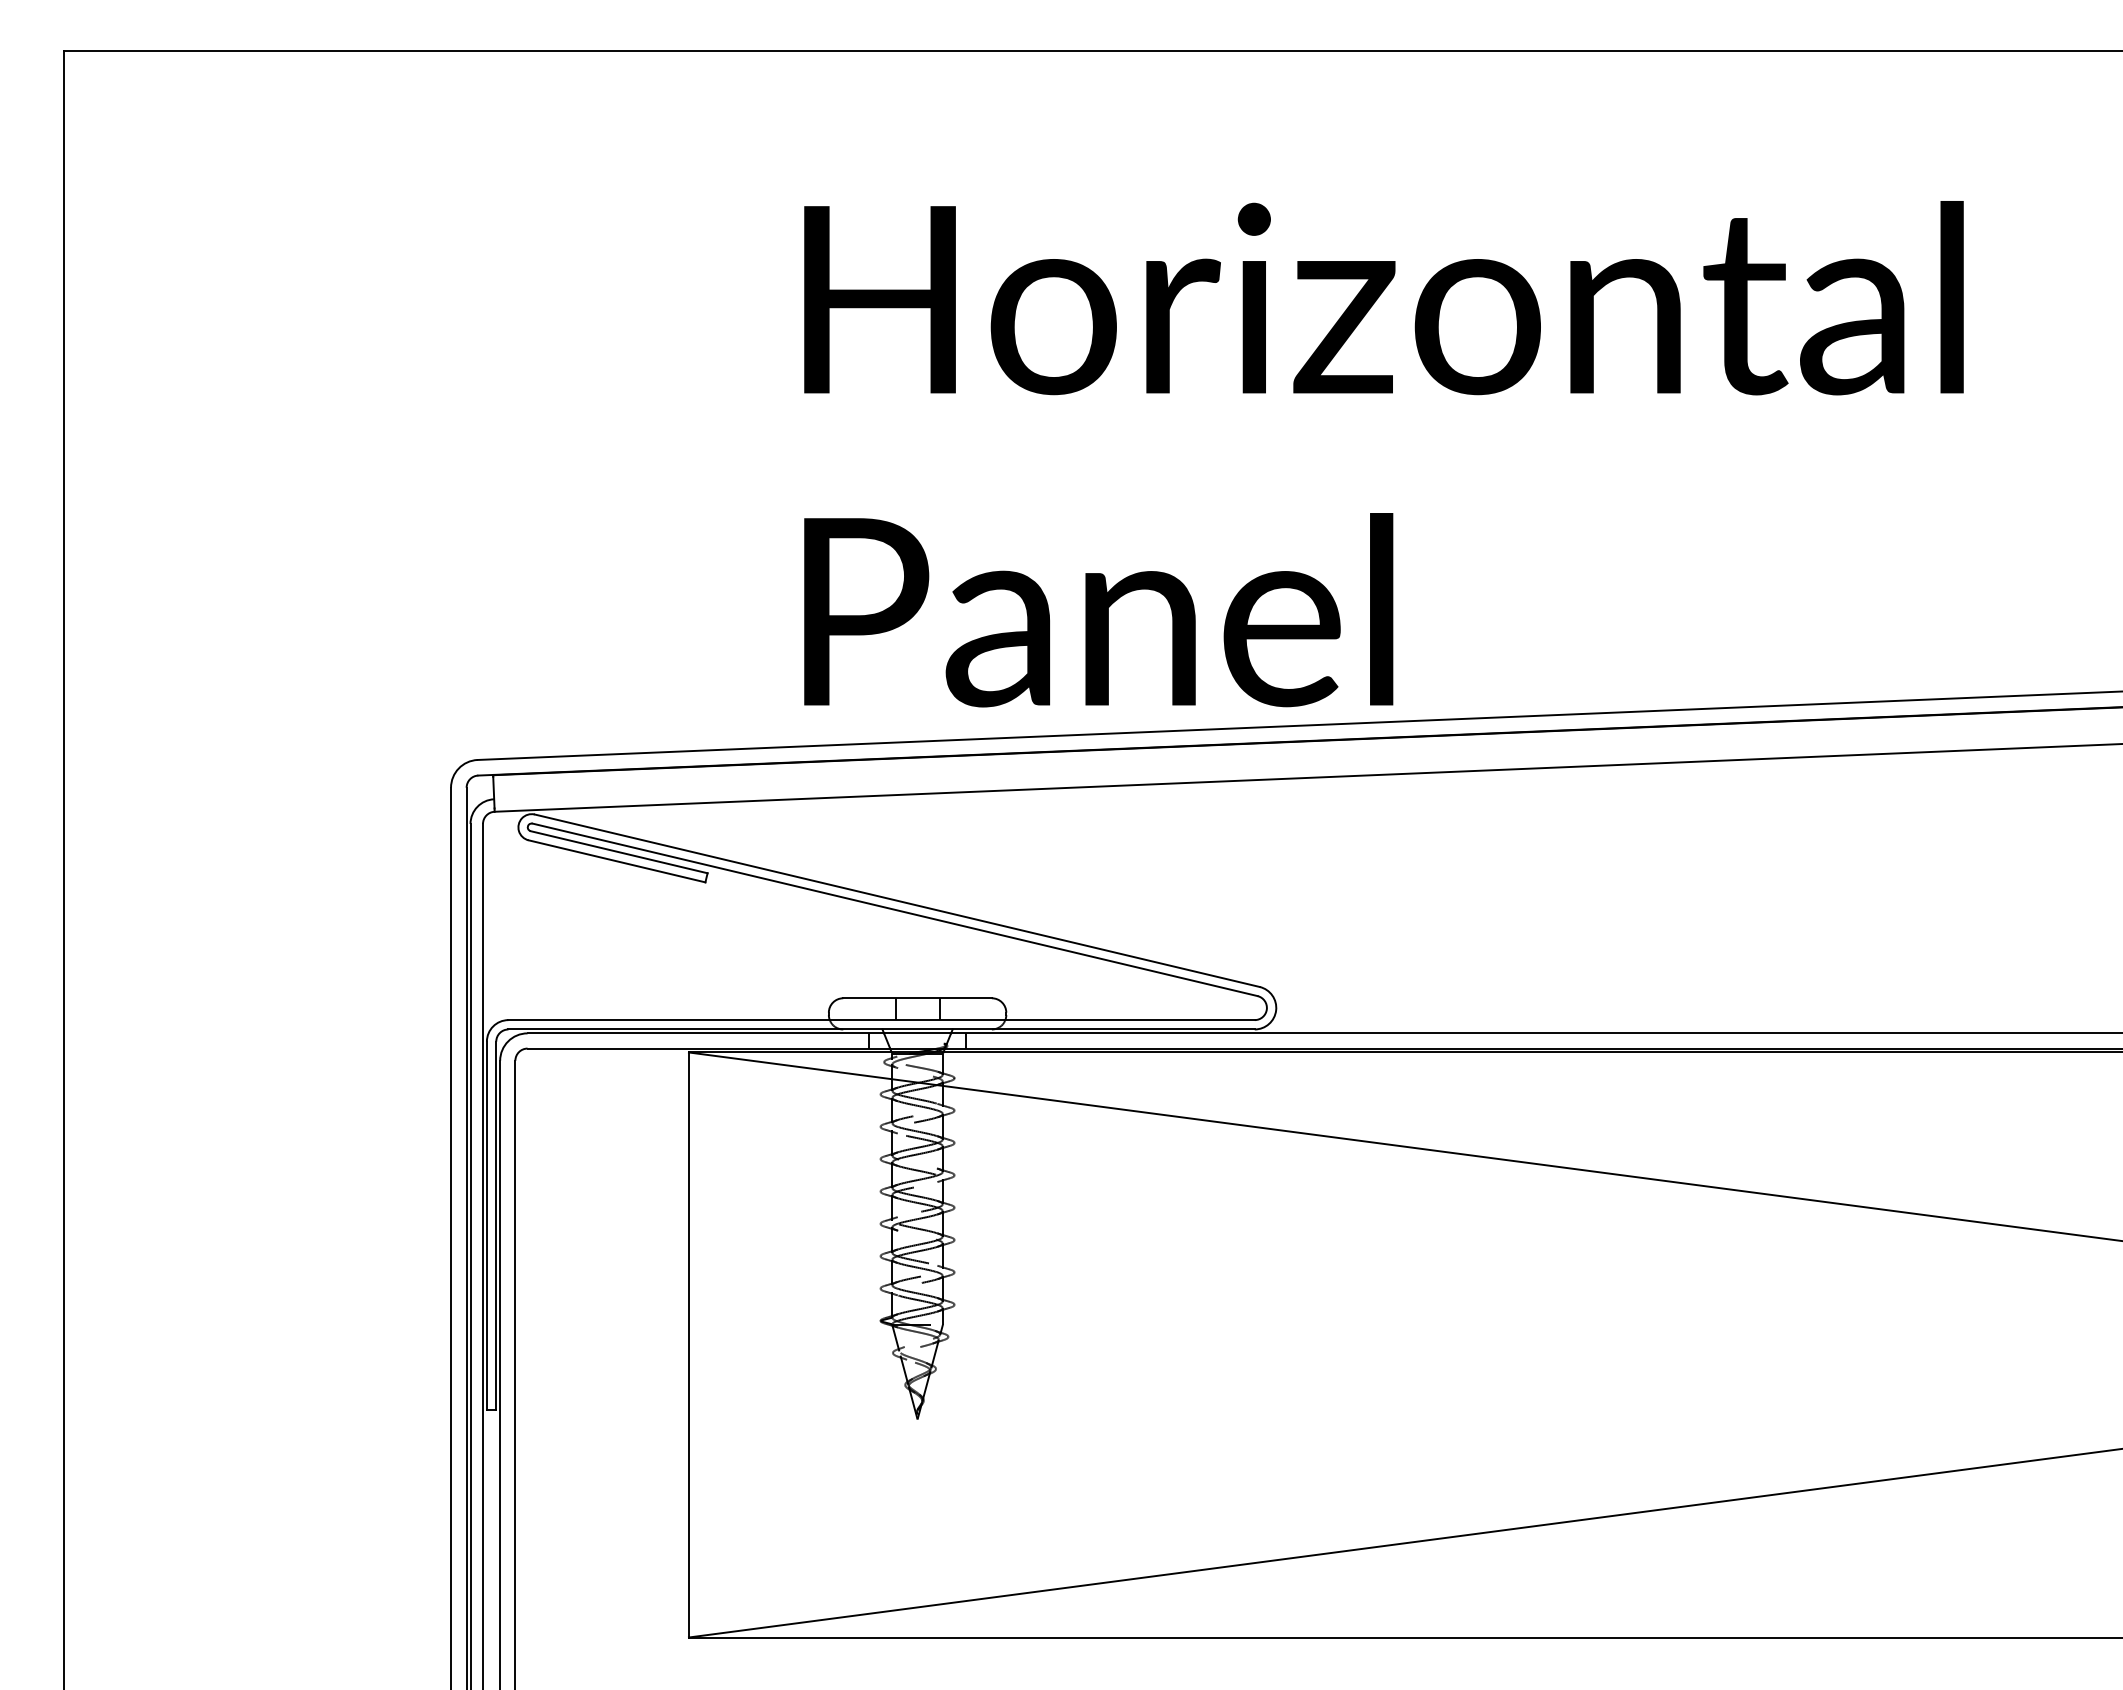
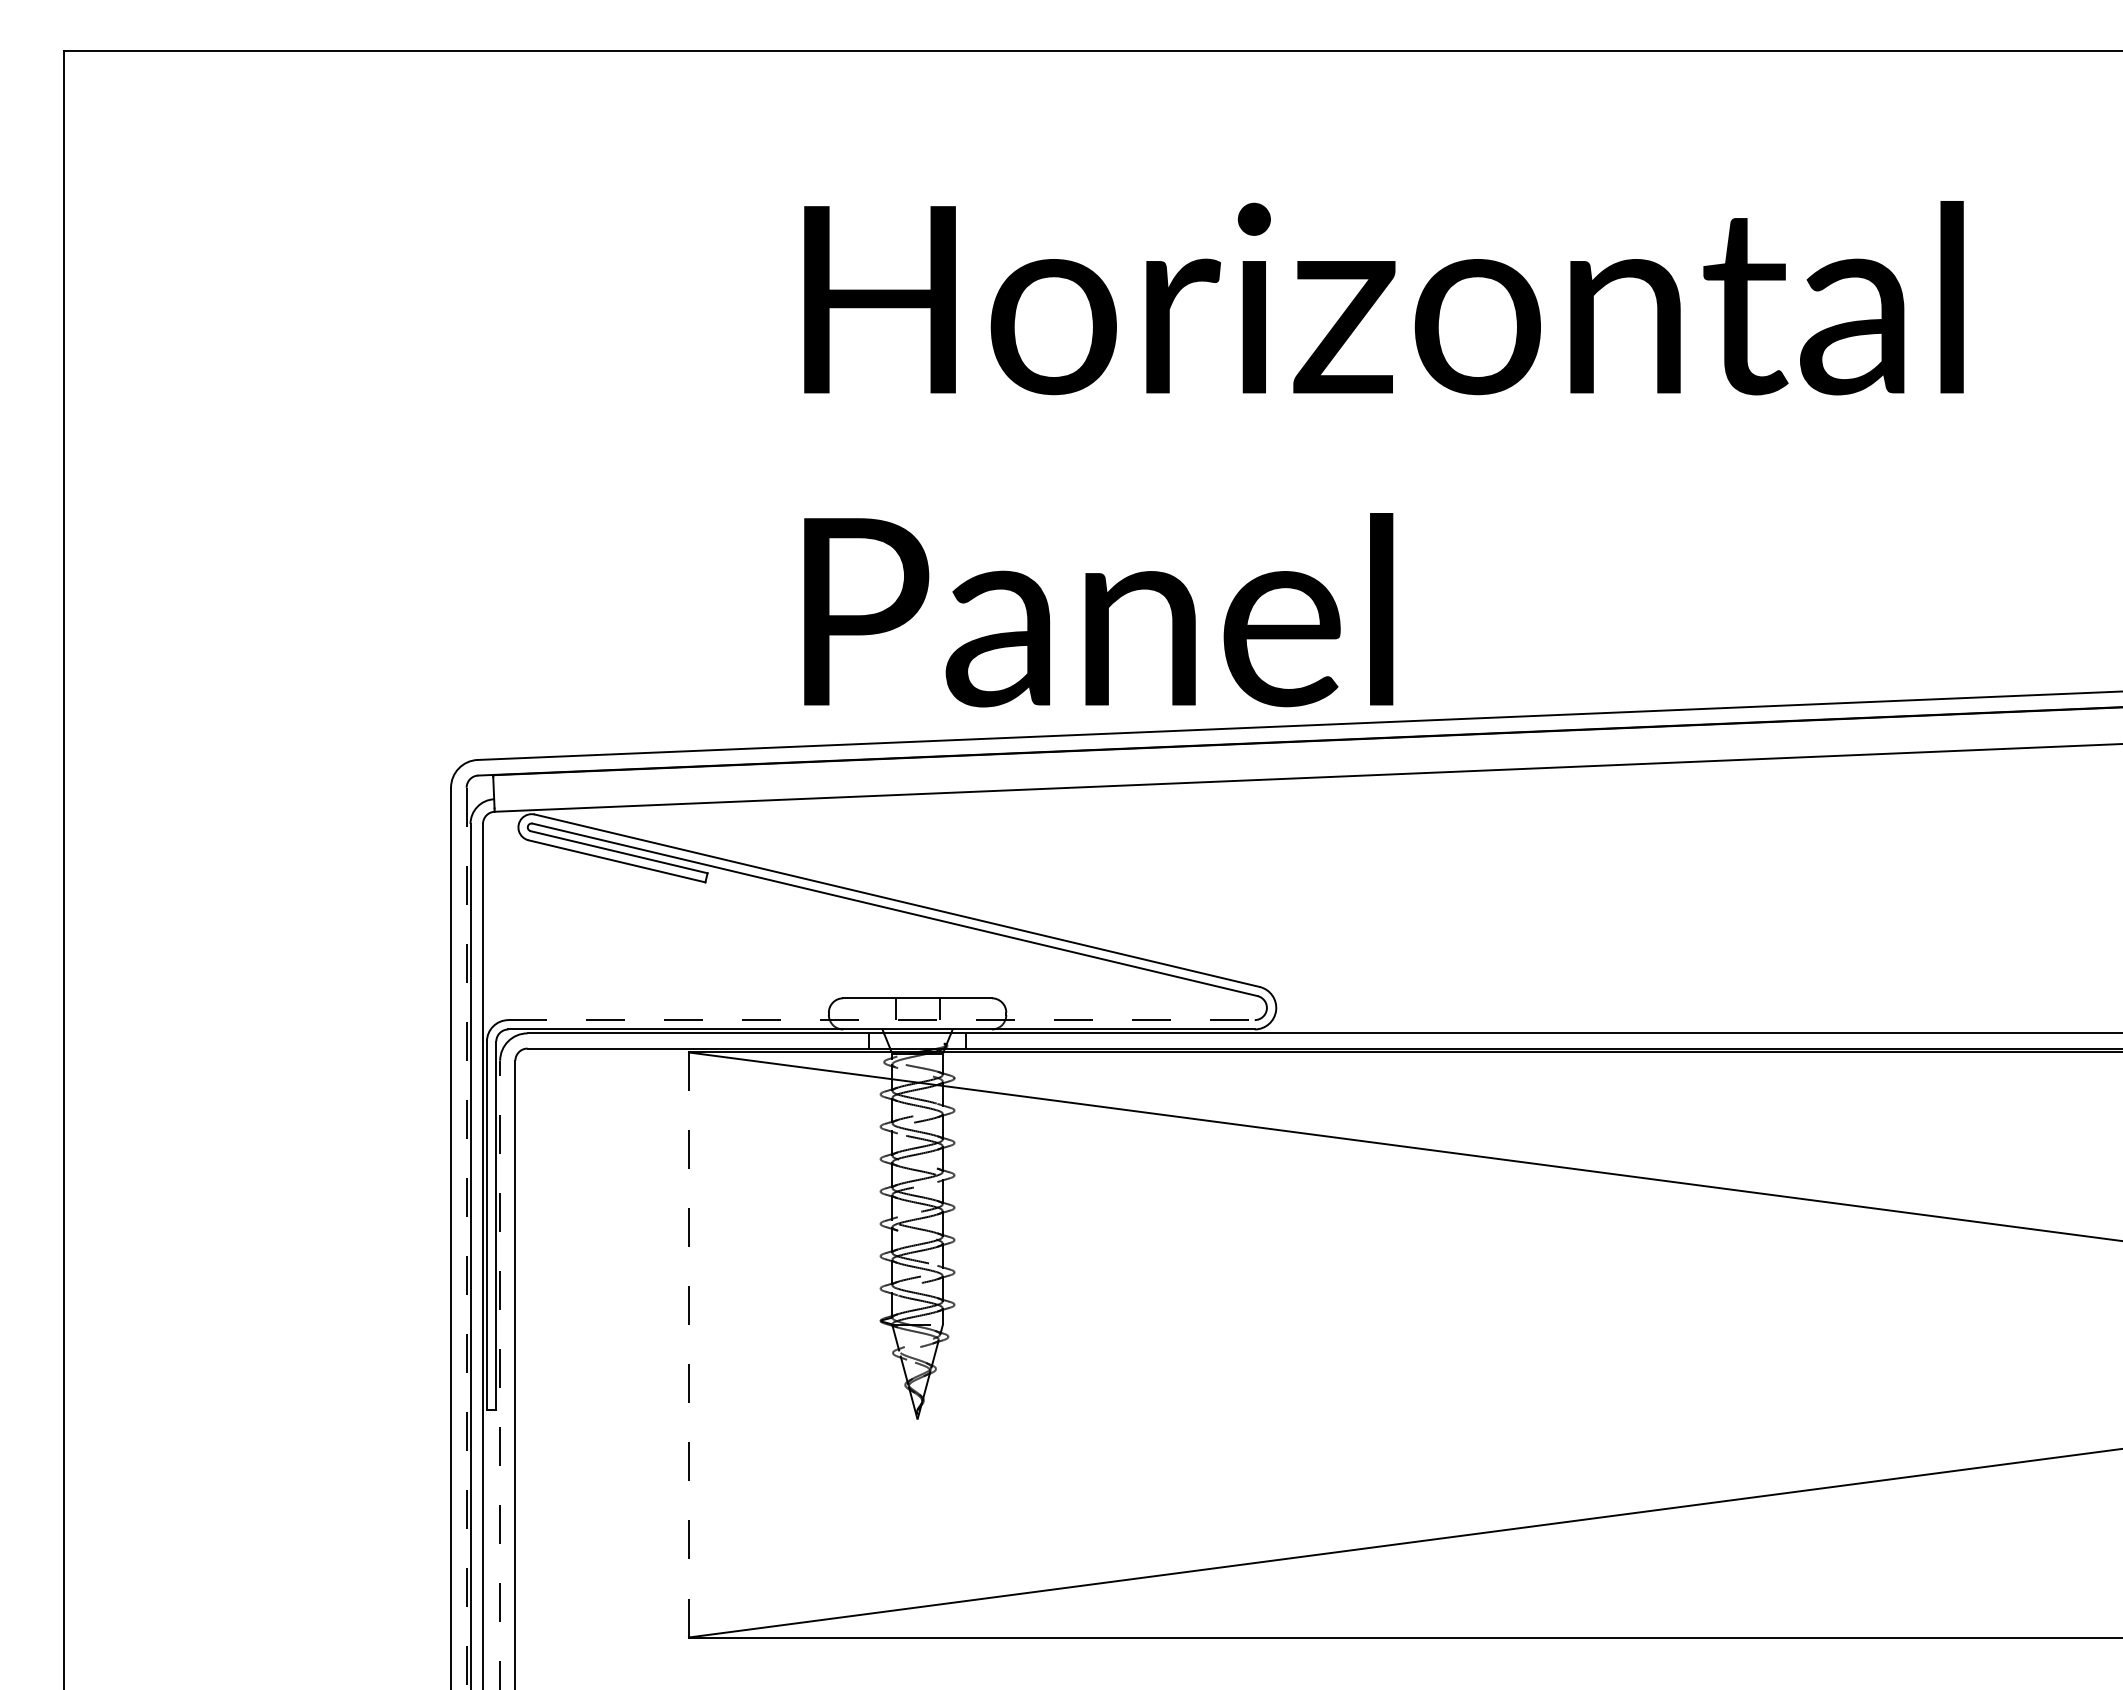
line at (882, 1020): solid -> dashed
line at (466, 1238): solid -> dashed
line at (688, 1344): solid -> dashed
line at (500, 1374): solid -> dashed
